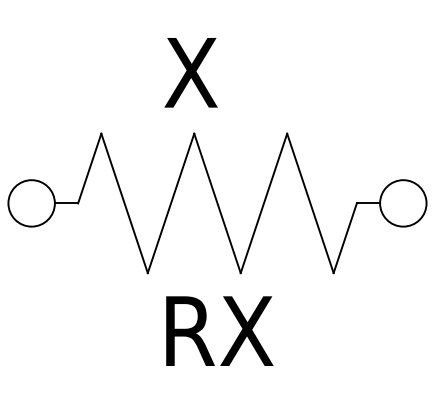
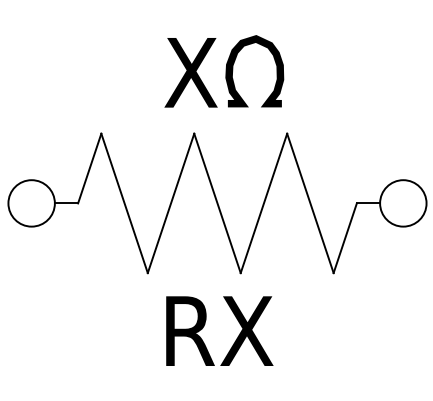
curve at (233, 70): none -> present
